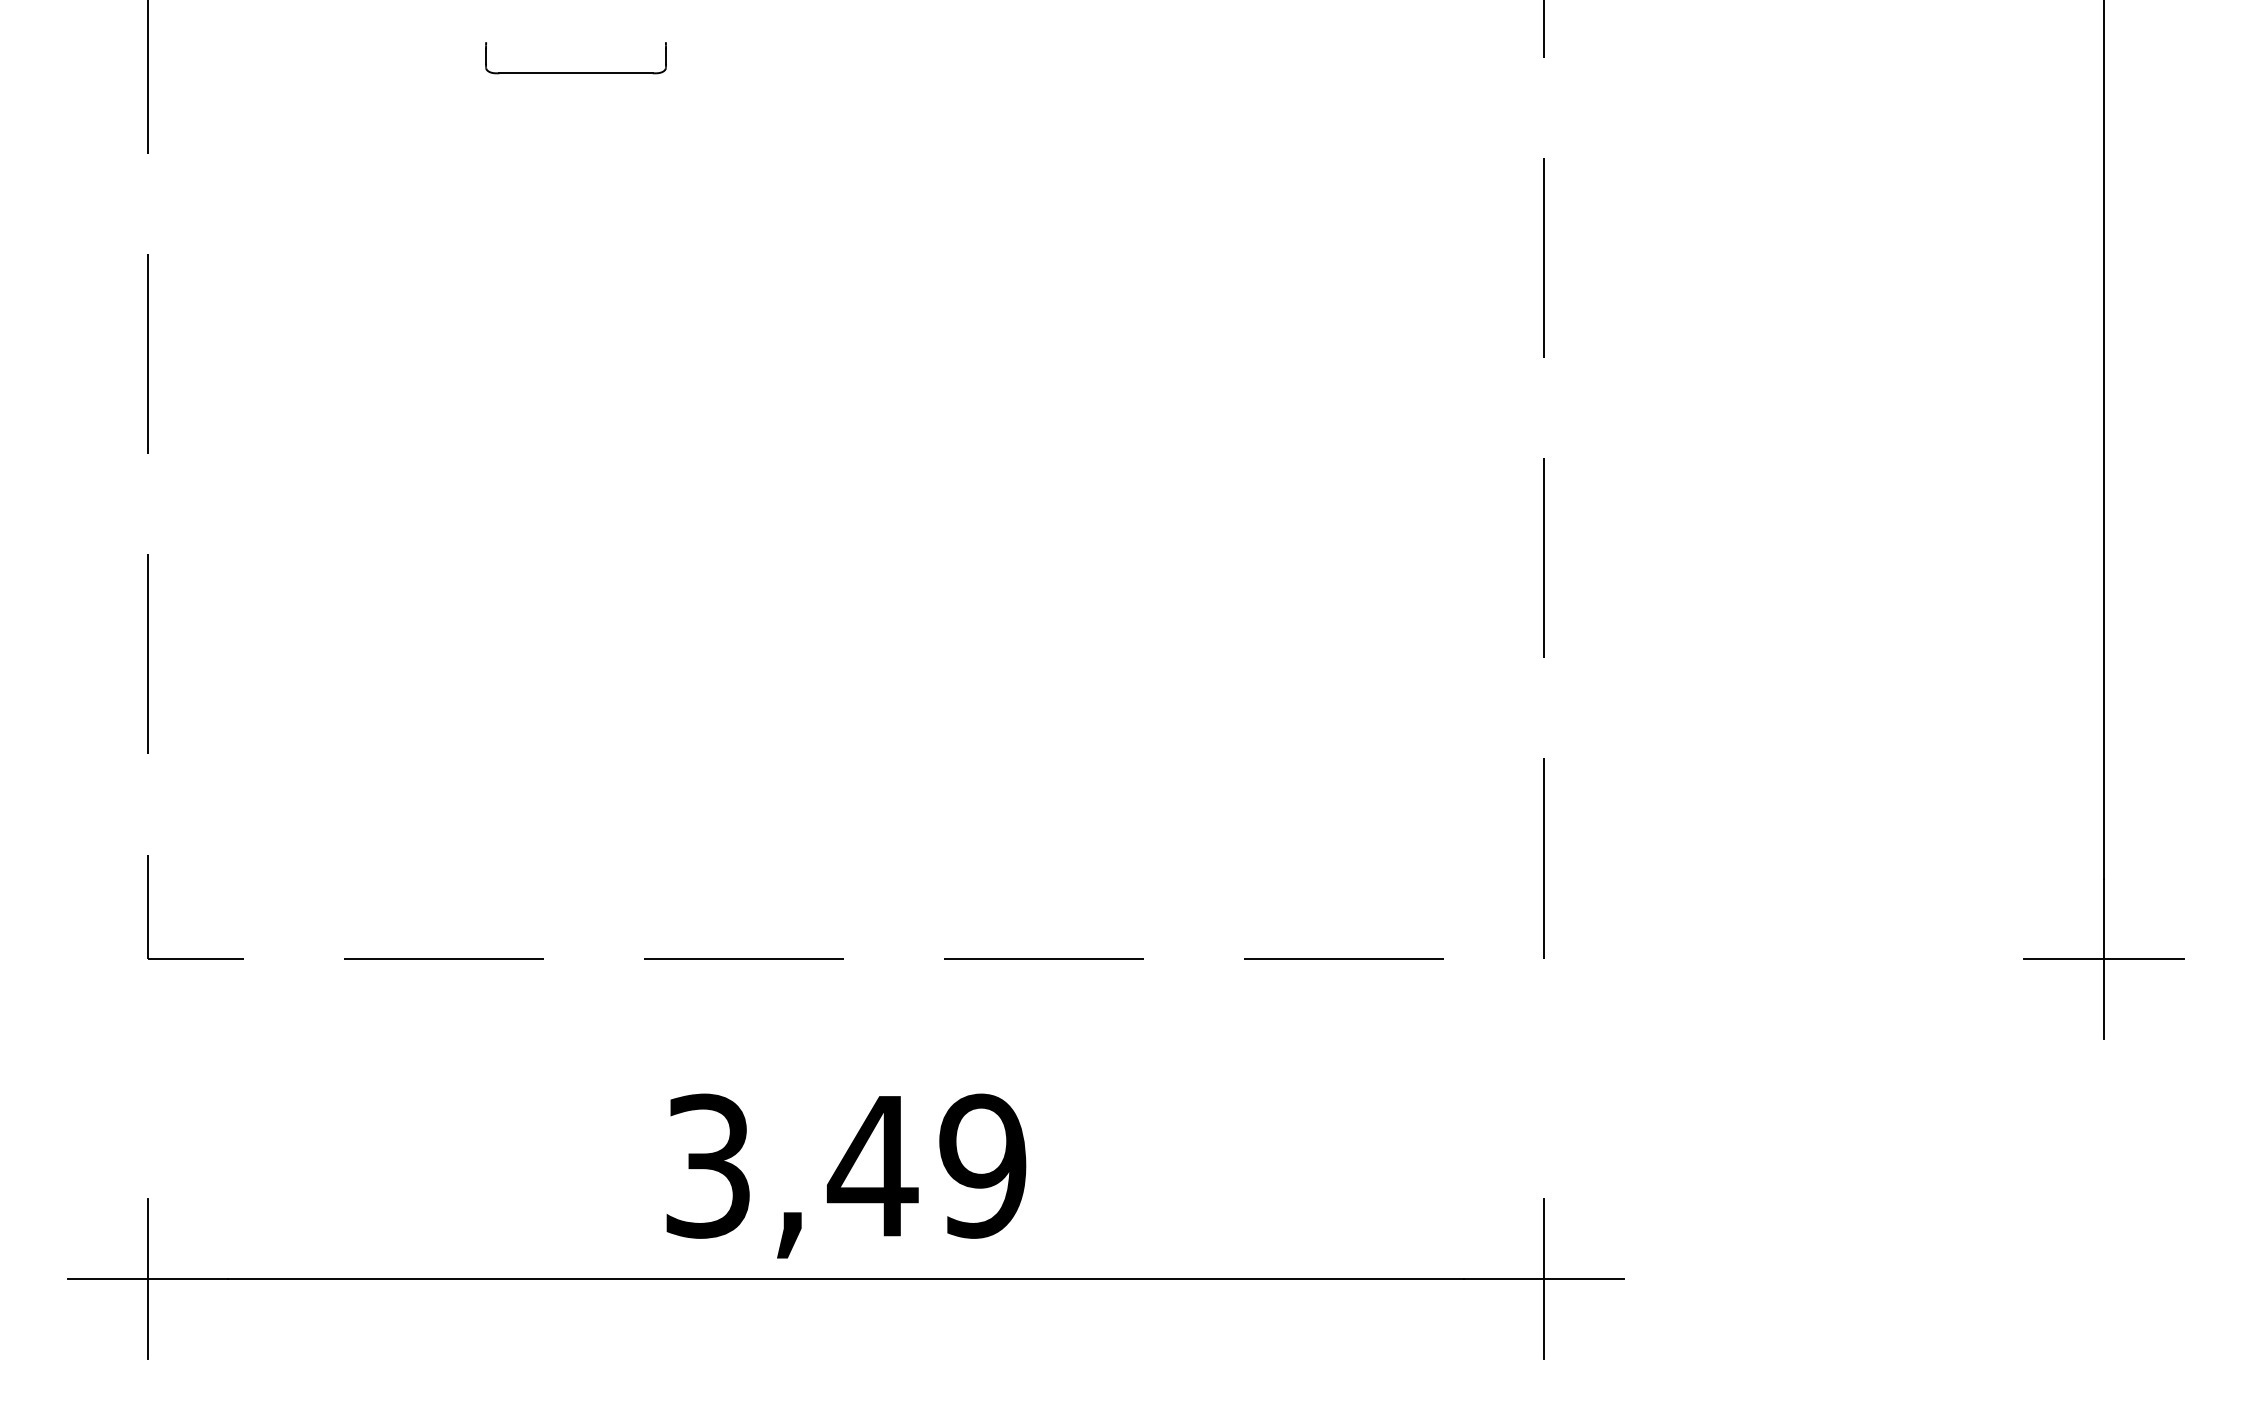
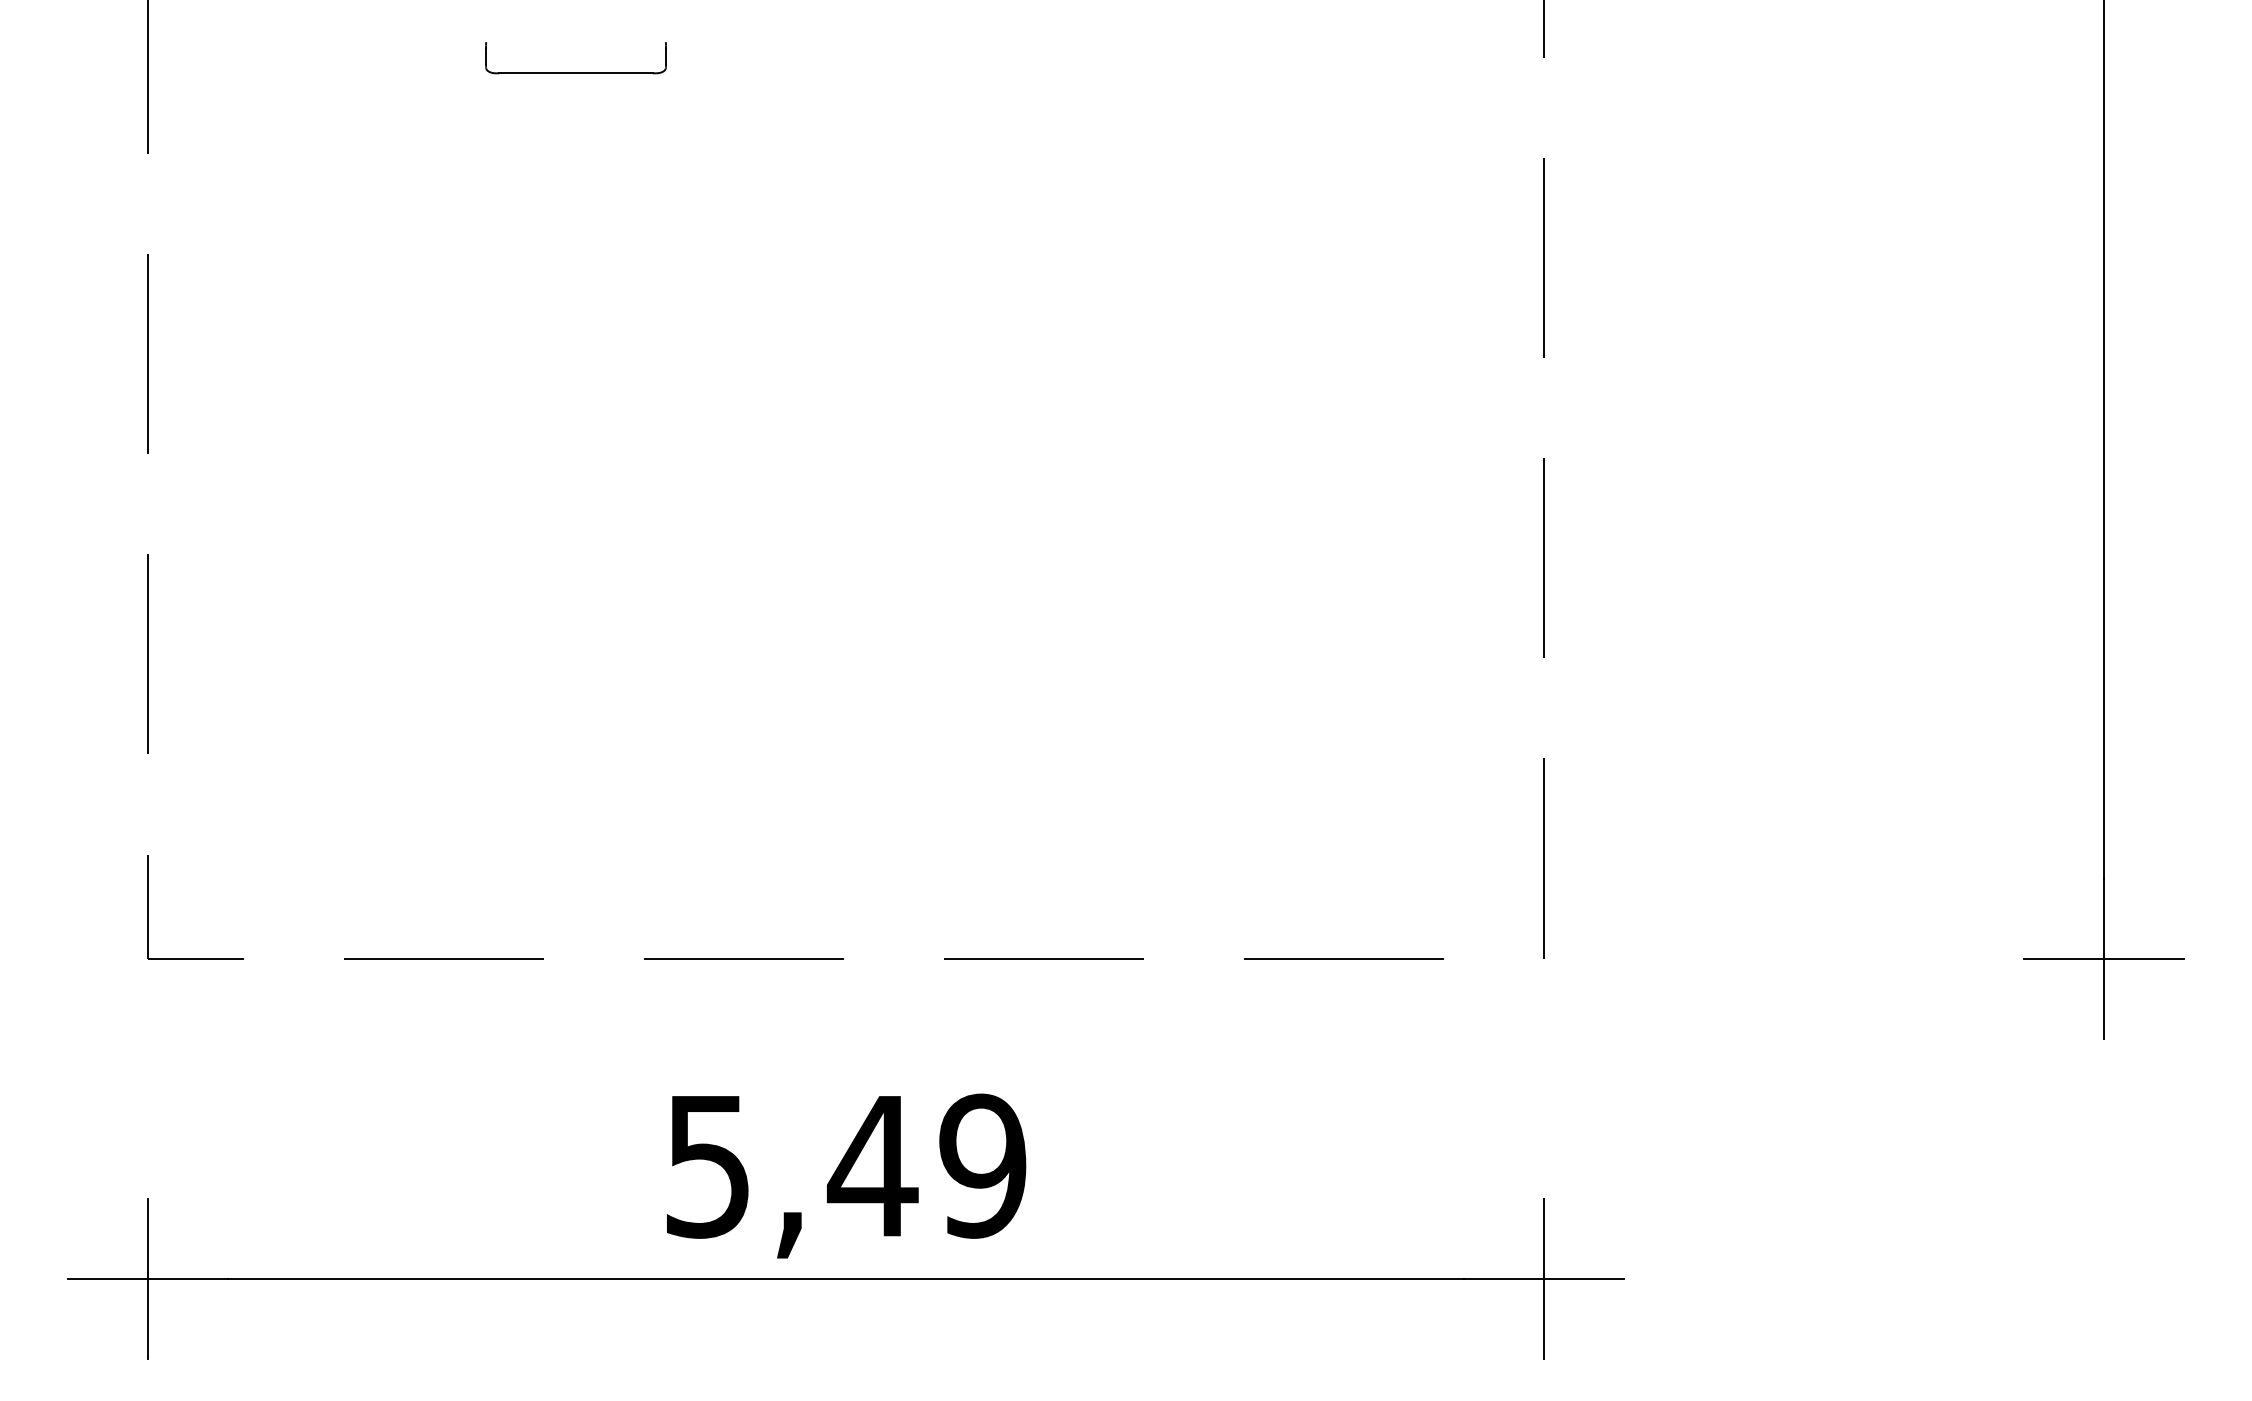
text at (707, 1165): 3,49 -> 5,49
